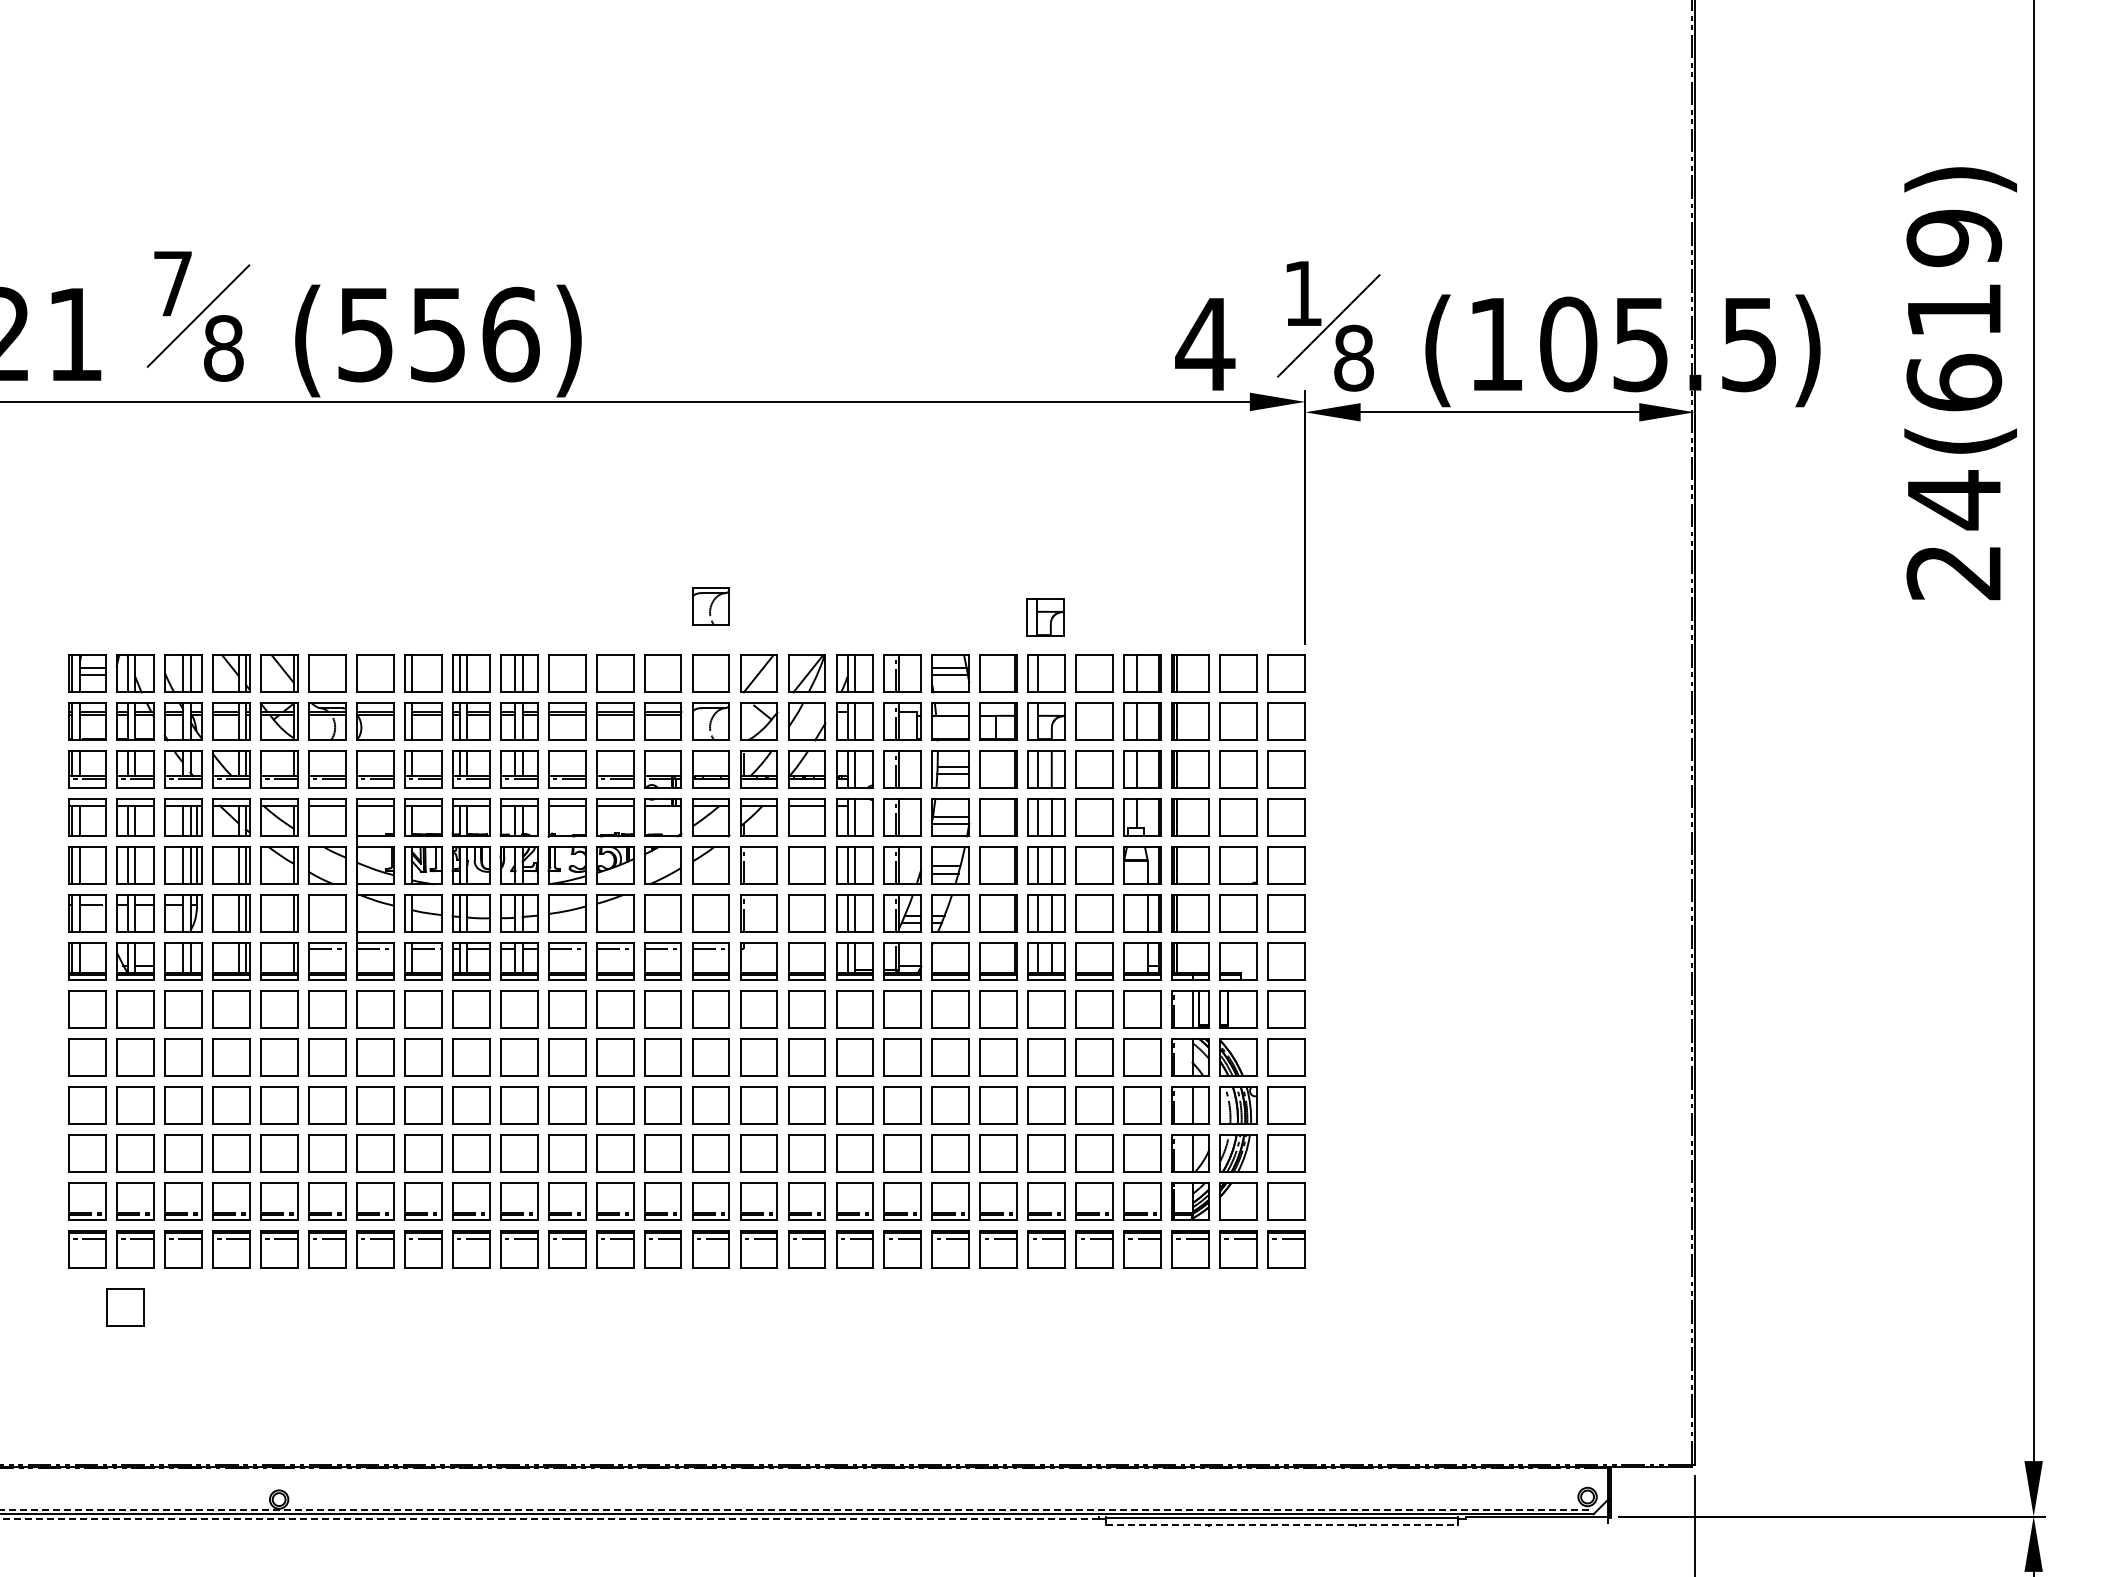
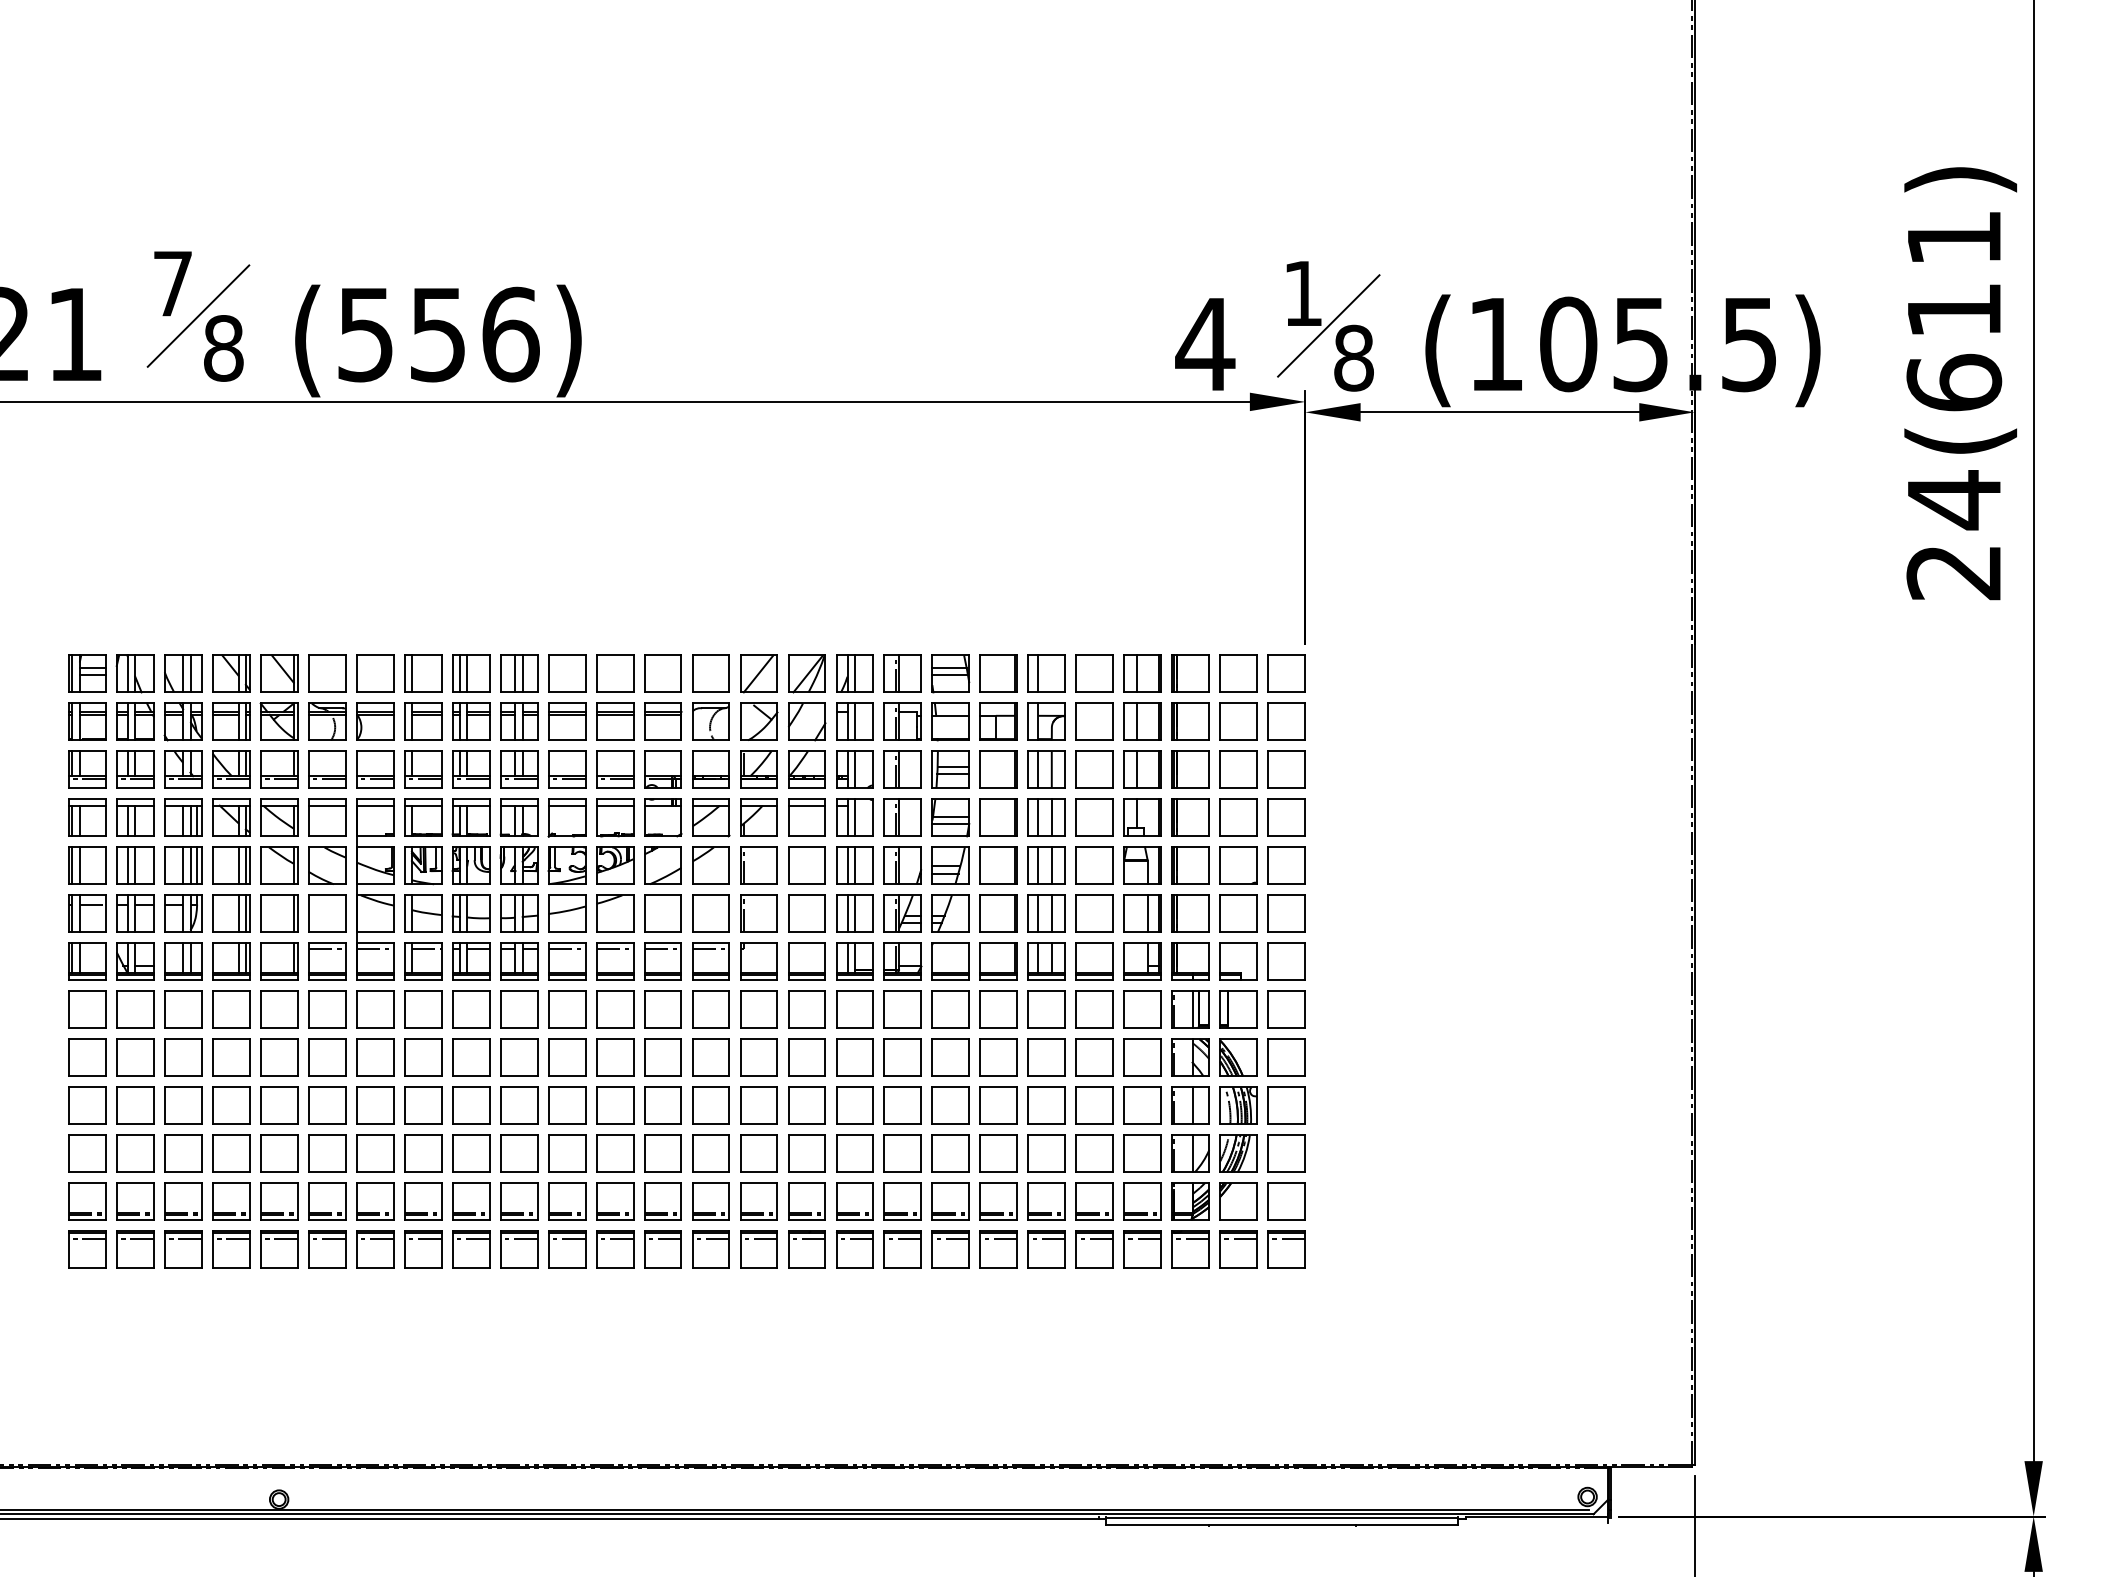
text at (1954, 238): 24(619) -> 24(611)
part at (710, 606): present -> none
part at (1045, 617): present -> none
part at (125, 1307): present -> none
line at (794, 1509): dashed -> solid
line at (549, 1519): dashed -> solid
line at (1282, 1525): dashed -> solid
